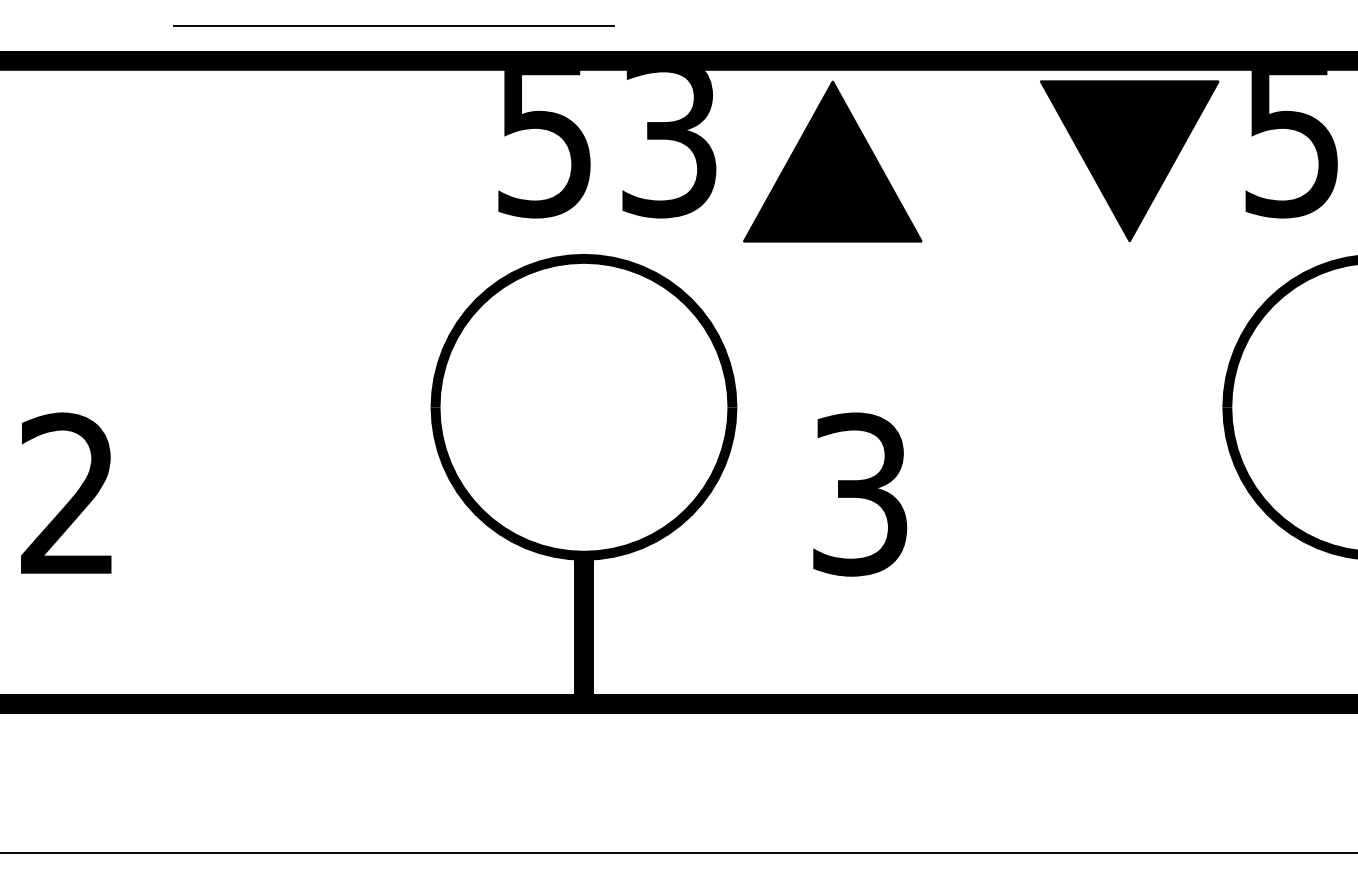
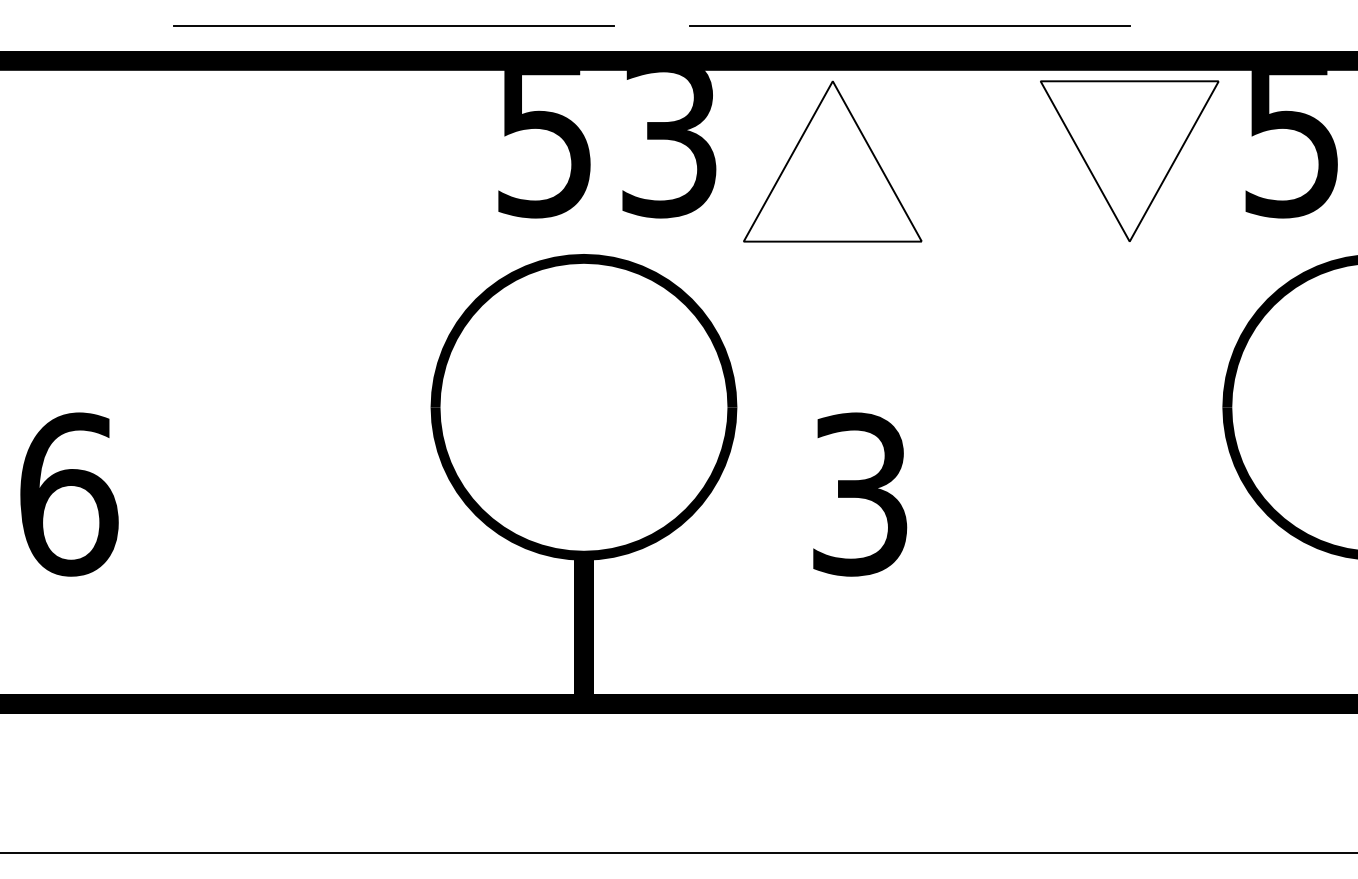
line at (909, 25): none -> present
fill at (832, 161): present -> none
fill at (1129, 161): present -> none
text at (69, 494): 2 -> 6
